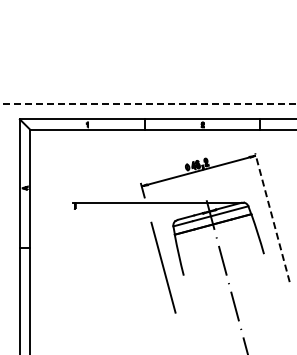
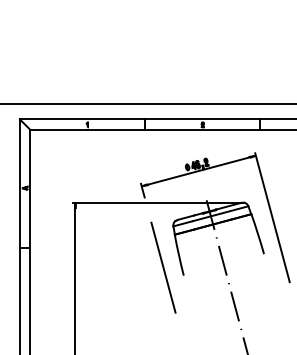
line at (148, 104): dashed -> solid
line at (272, 217): dashed -> solid
line at (75, 279): none -> present
